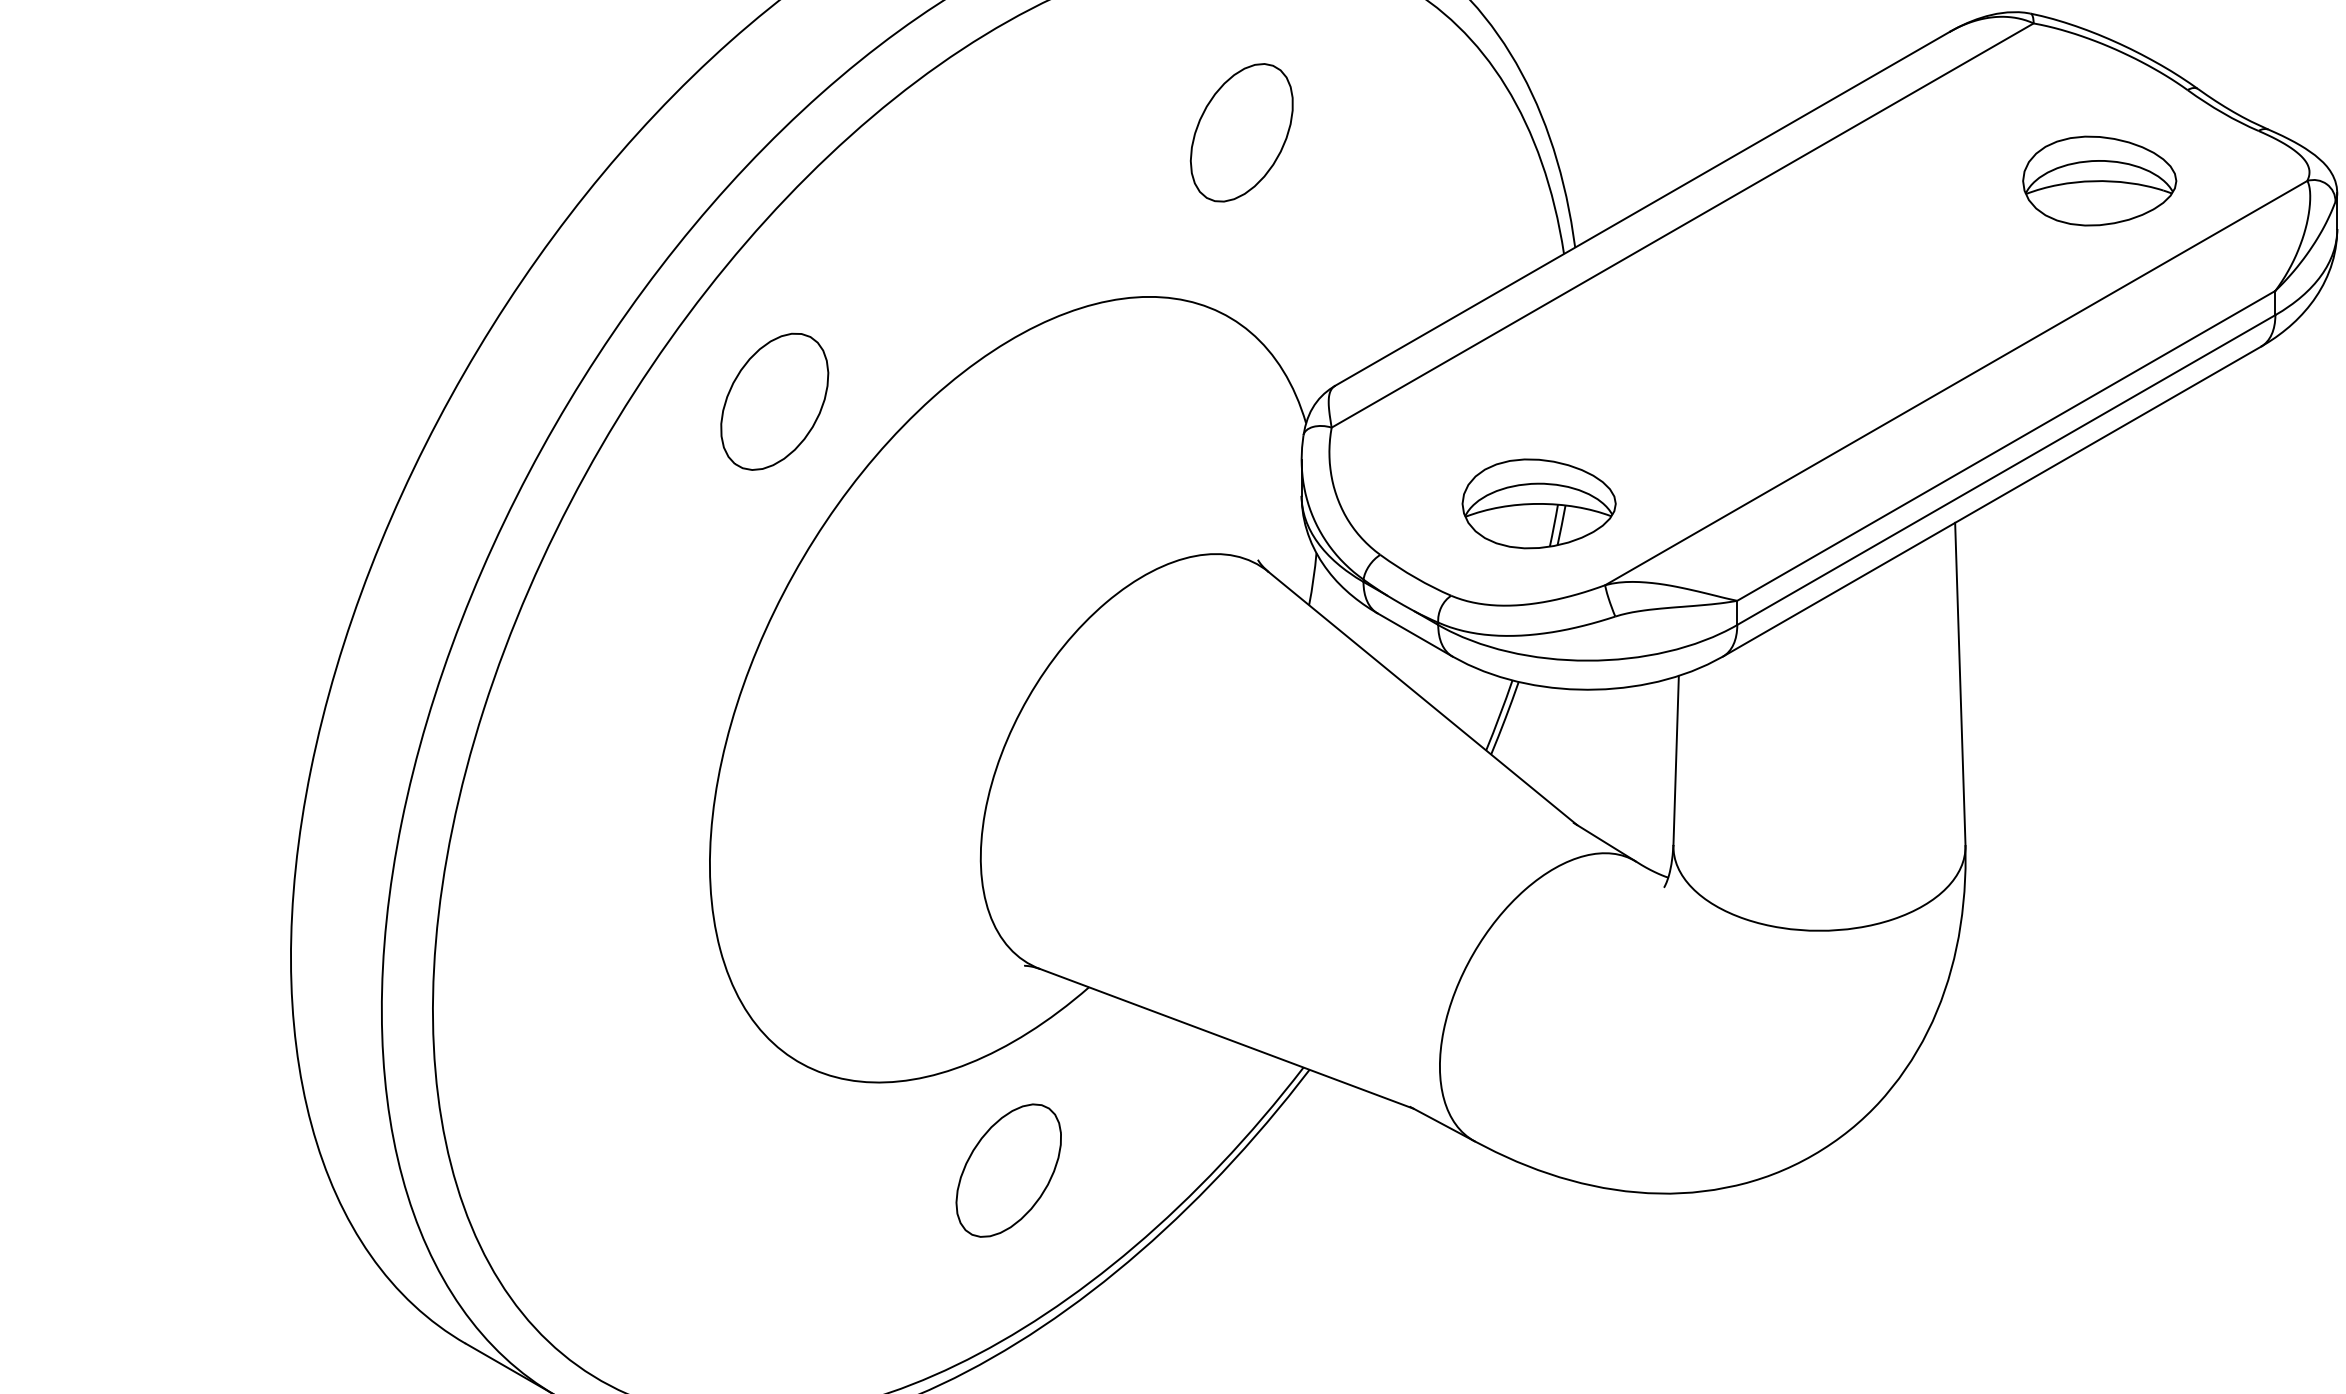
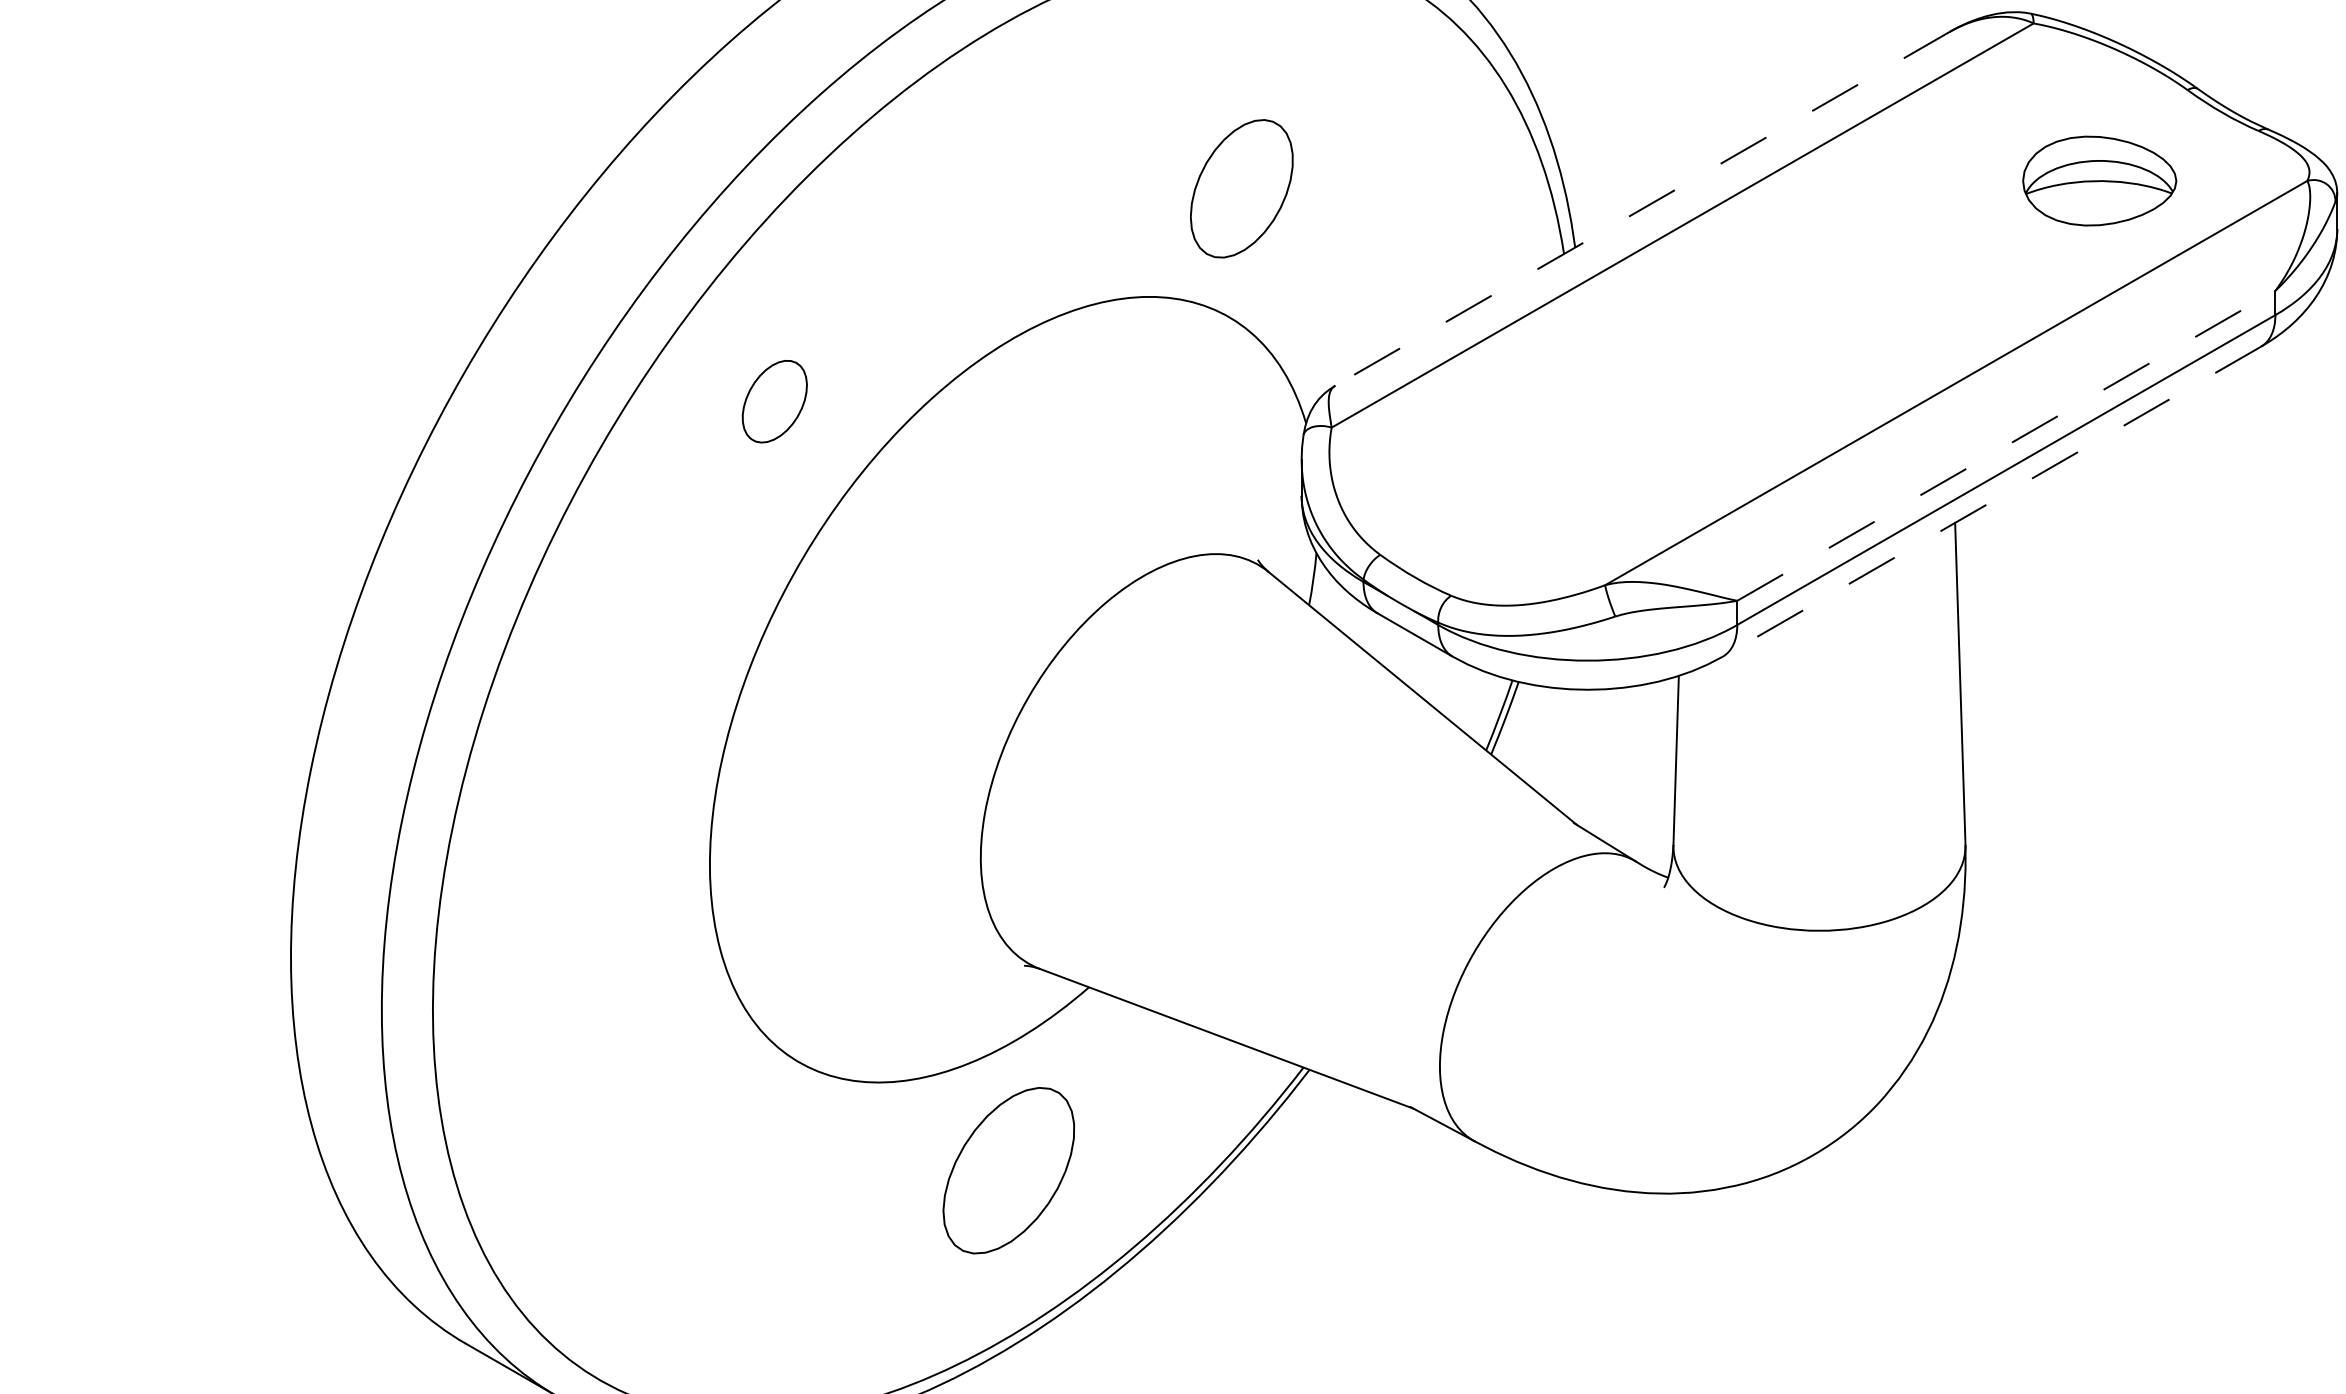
part at (1241, 132) position: (1241, 132) -> (1241, 188)
line at (1642, 209): solid -> dashed
part at (774, 401) size: 110x139 px -> 67x84 px
line at (2006, 445): solid -> dashed
line at (1991, 501): solid -> dashed
part at (1538, 503): present -> none
part at (1008, 1170) size: 107x135 px -> 134x168 px
